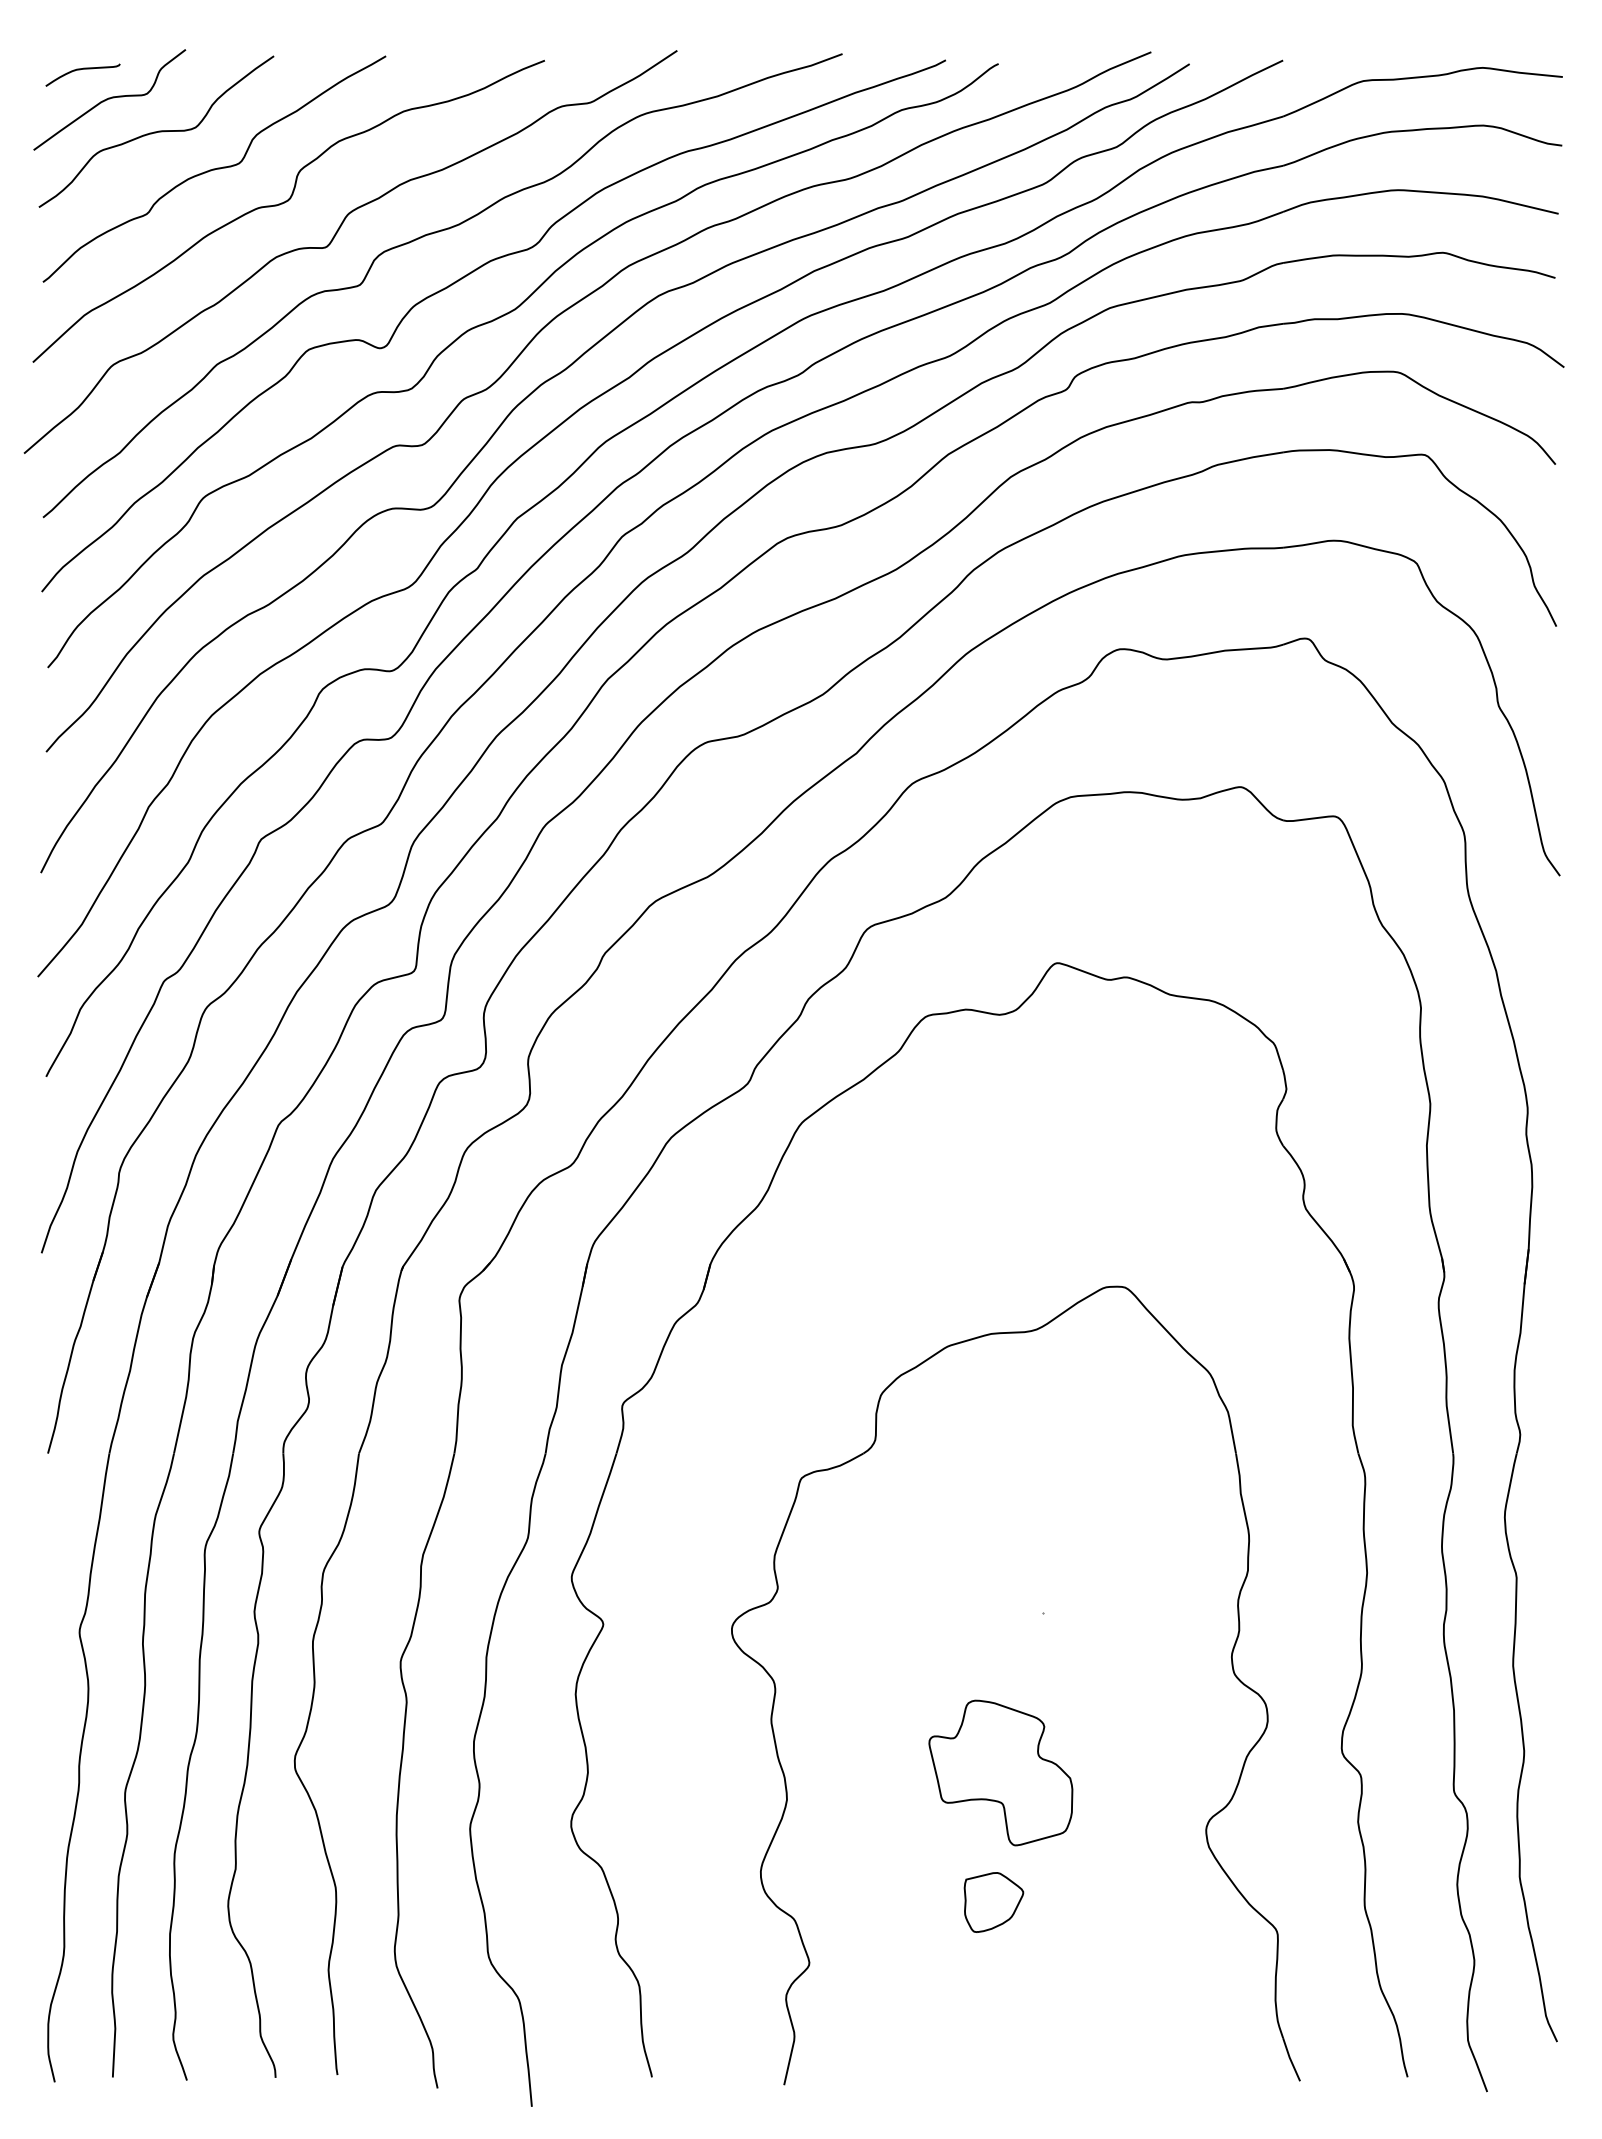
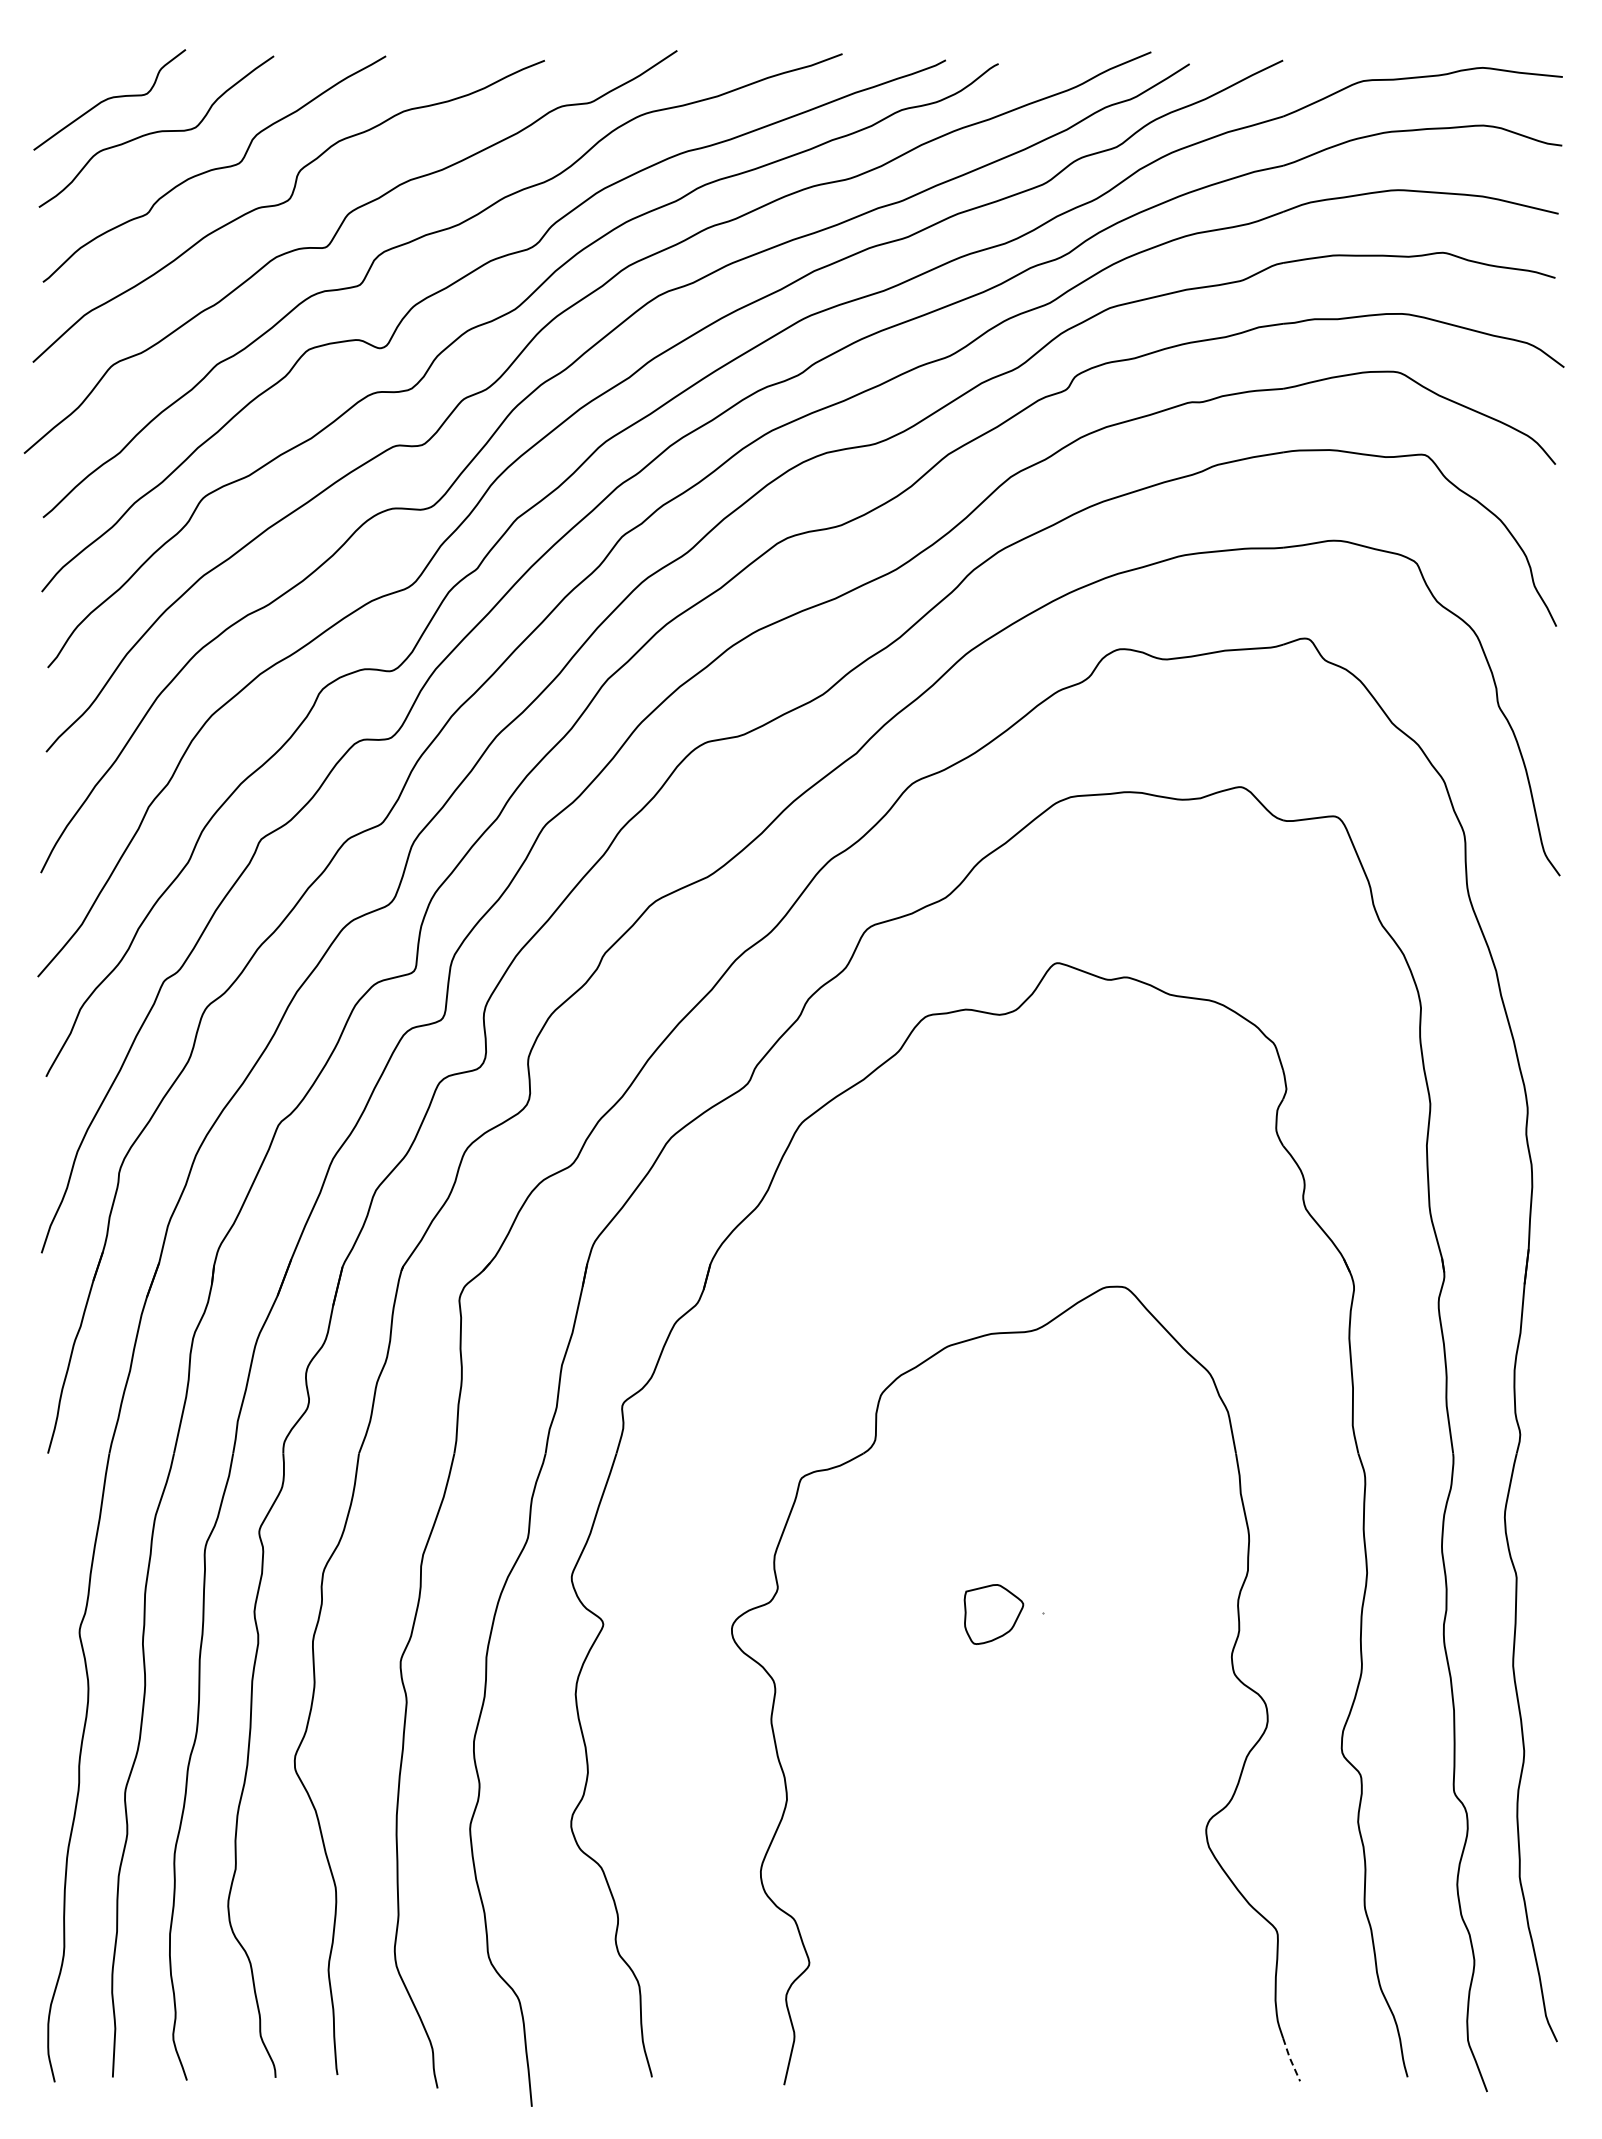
curve at (80, 70): present -> none
part at (1000, 1772): present -> none
part at (993, 1902) position: (993, 1902) -> (993, 1614)
line at (1290, 2059): solid -> dashed
